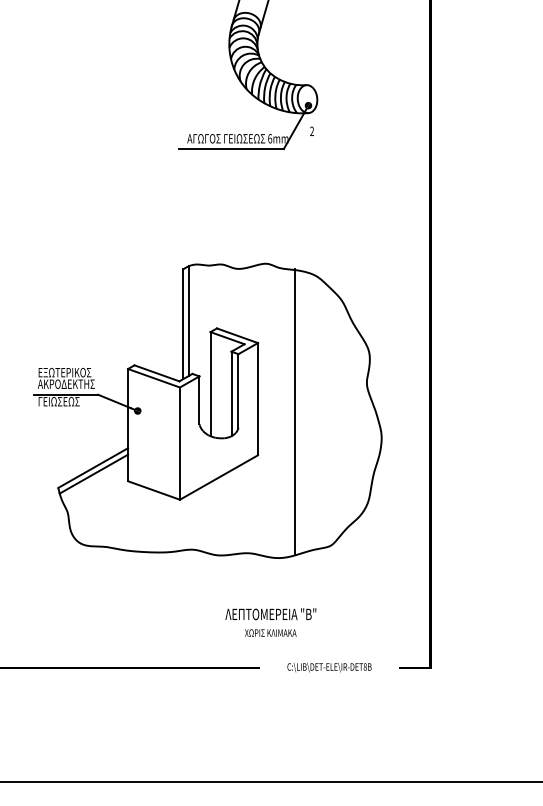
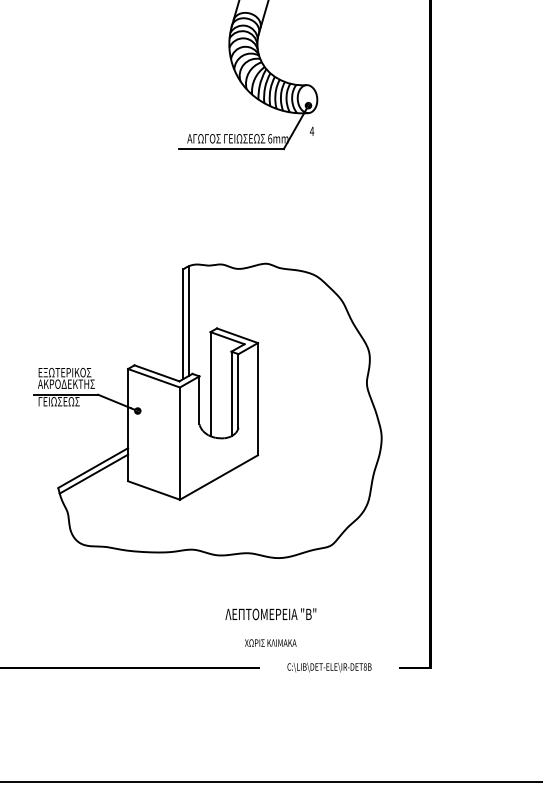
text at (311, 130): 2 -> 4
line at (295, 412): present -> none
text at (270, 632) position: (270, 632) -> (270, 642)
